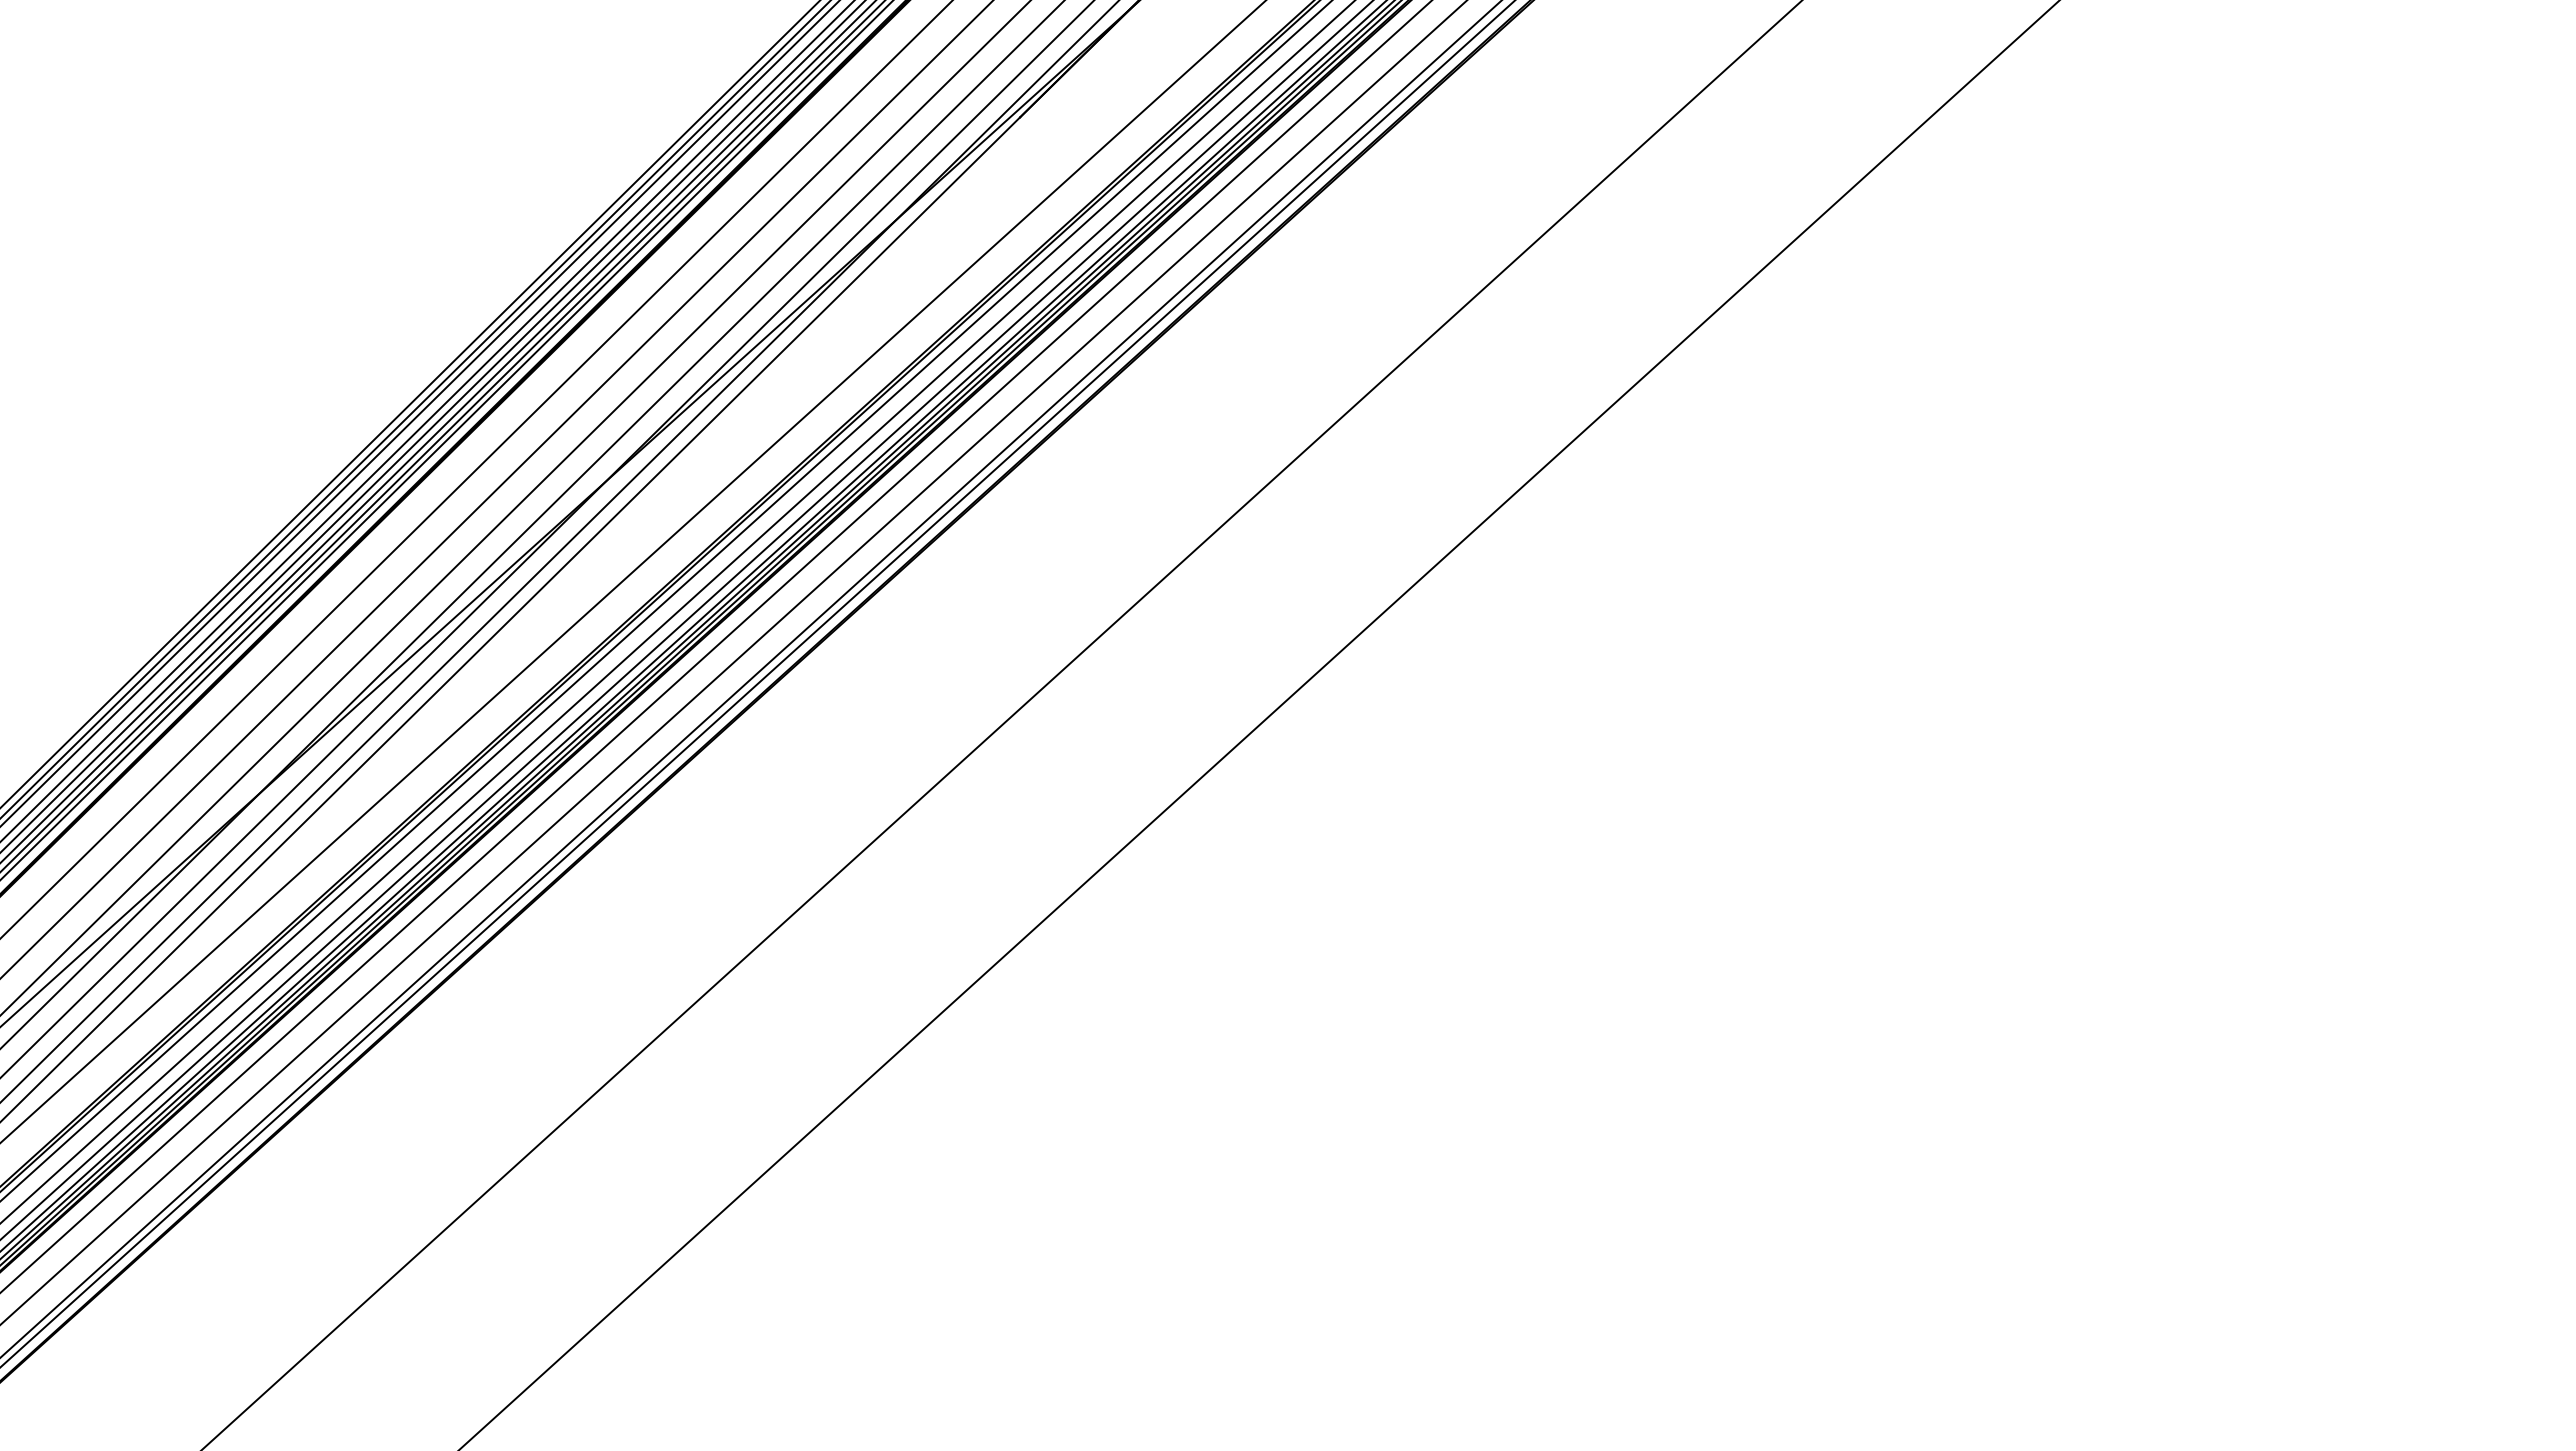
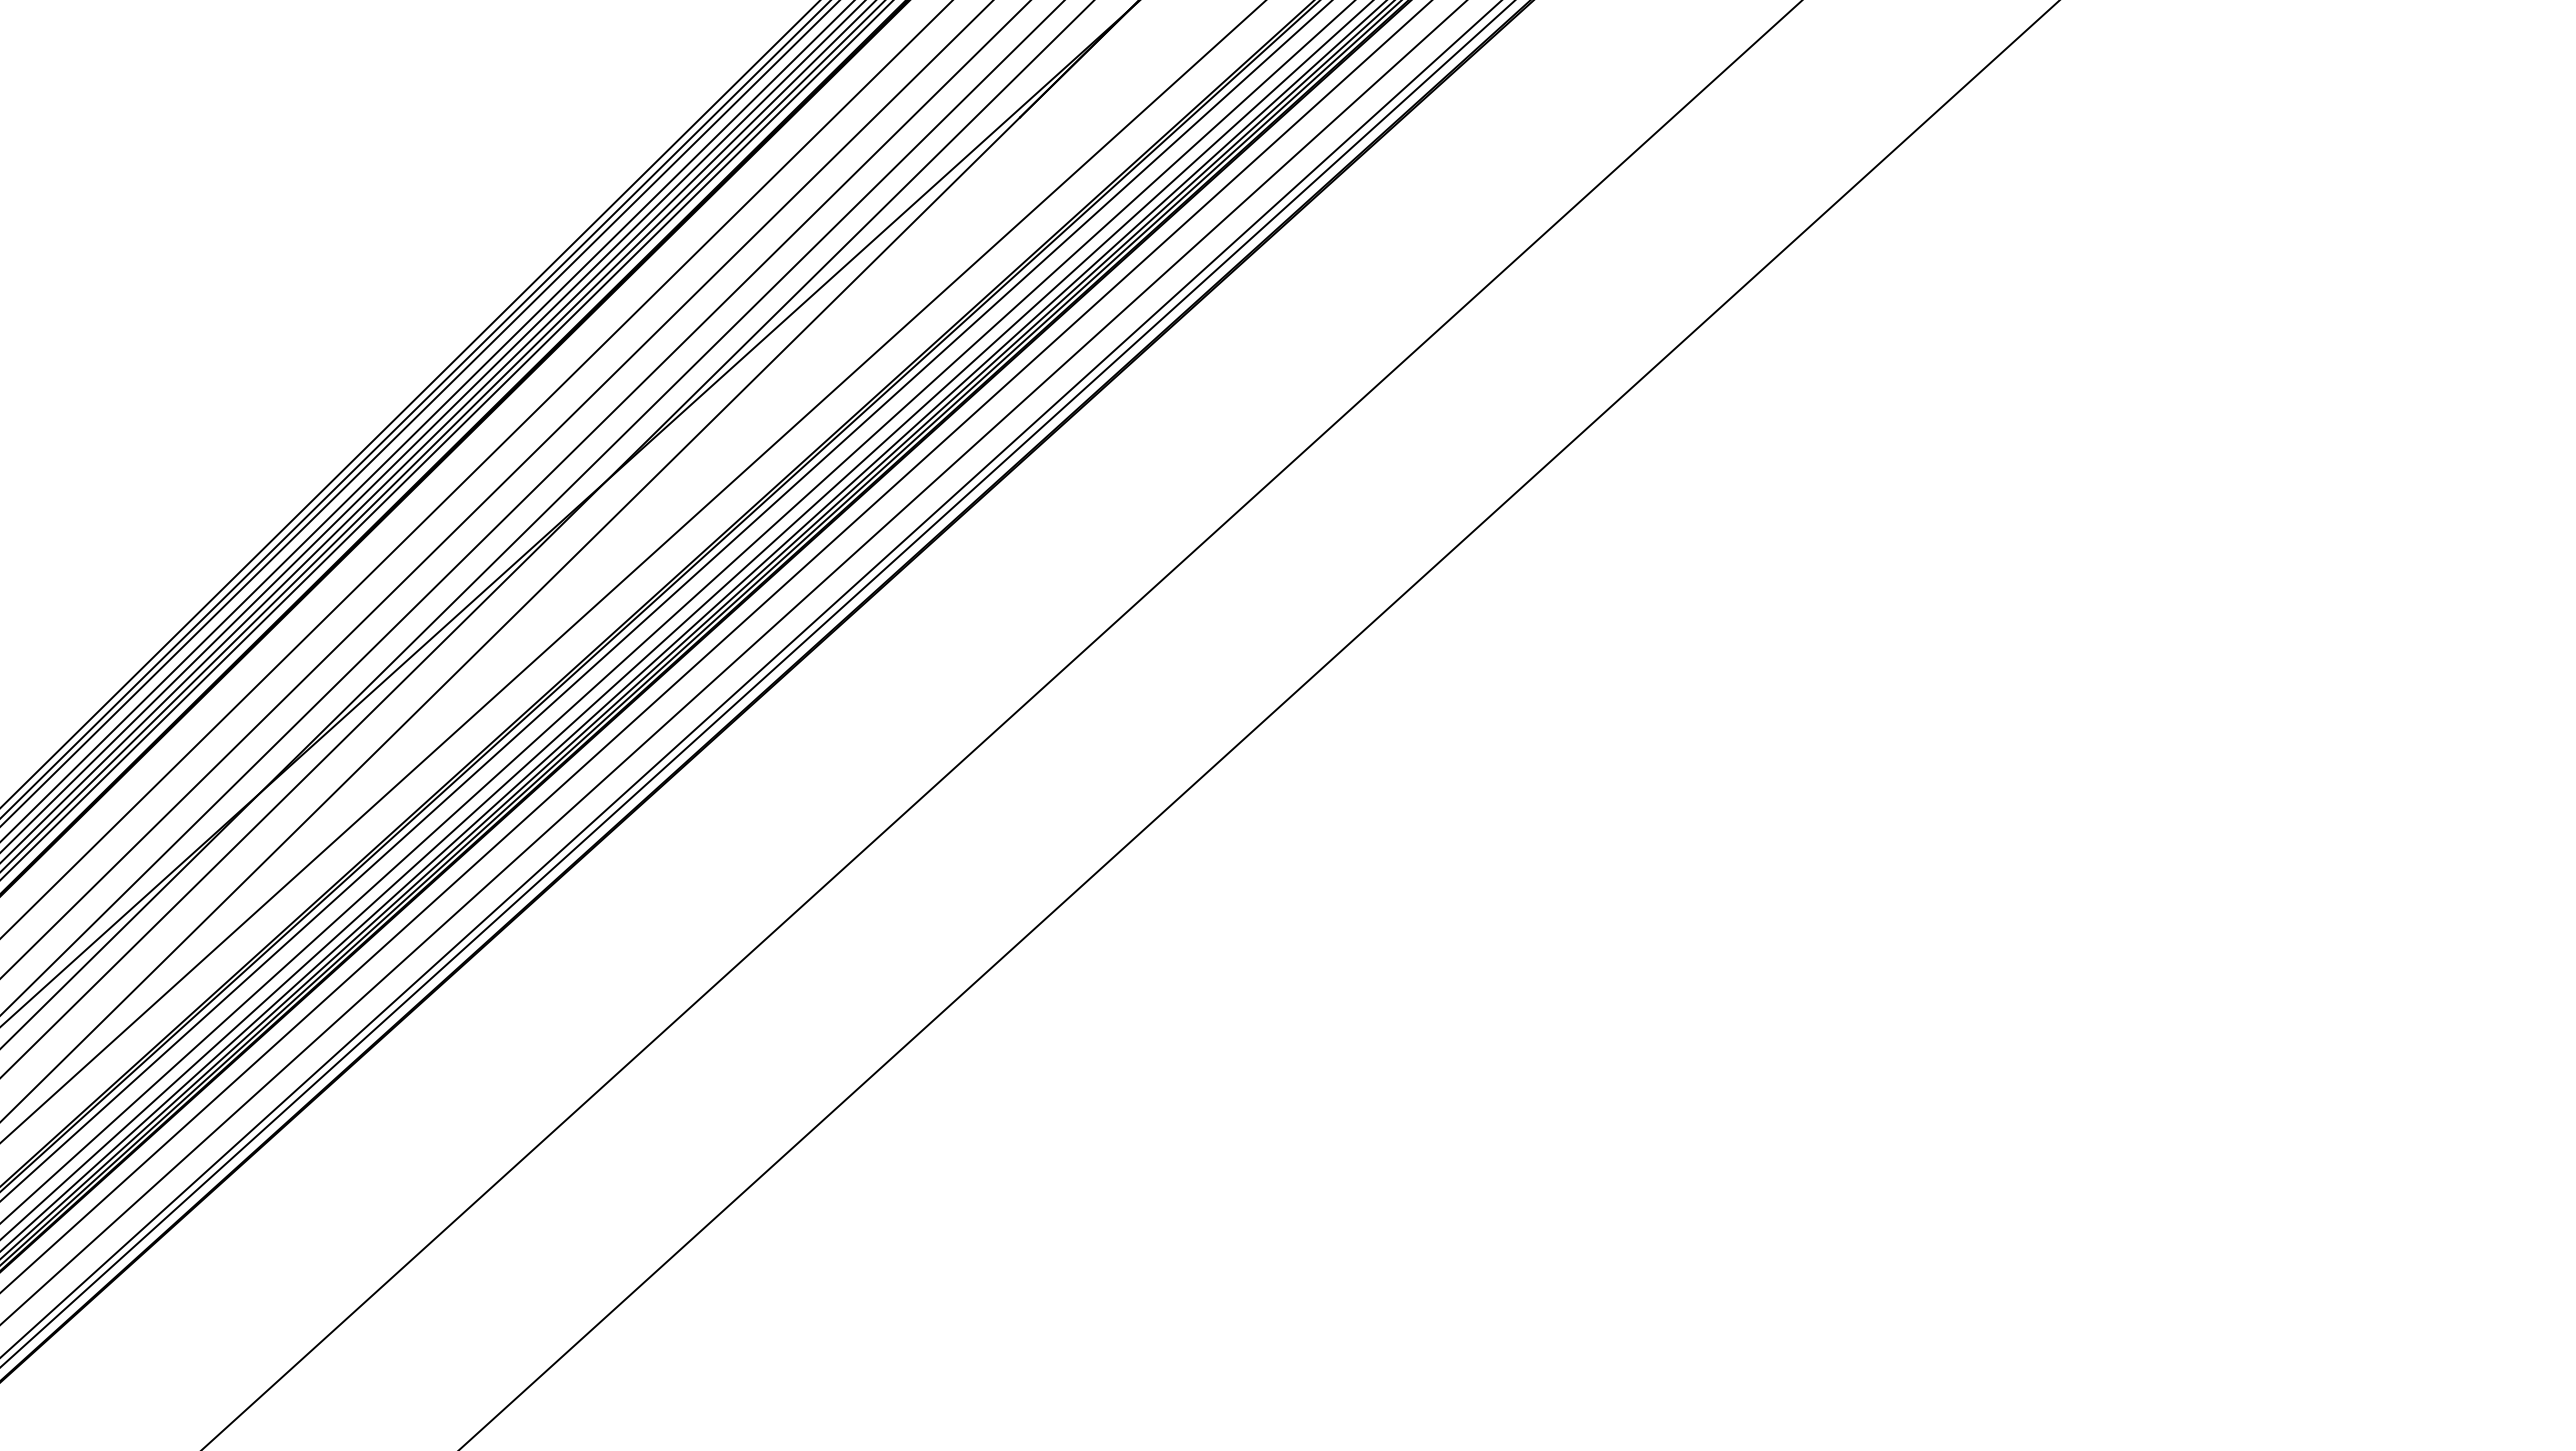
line at (559, 551): present -> none
